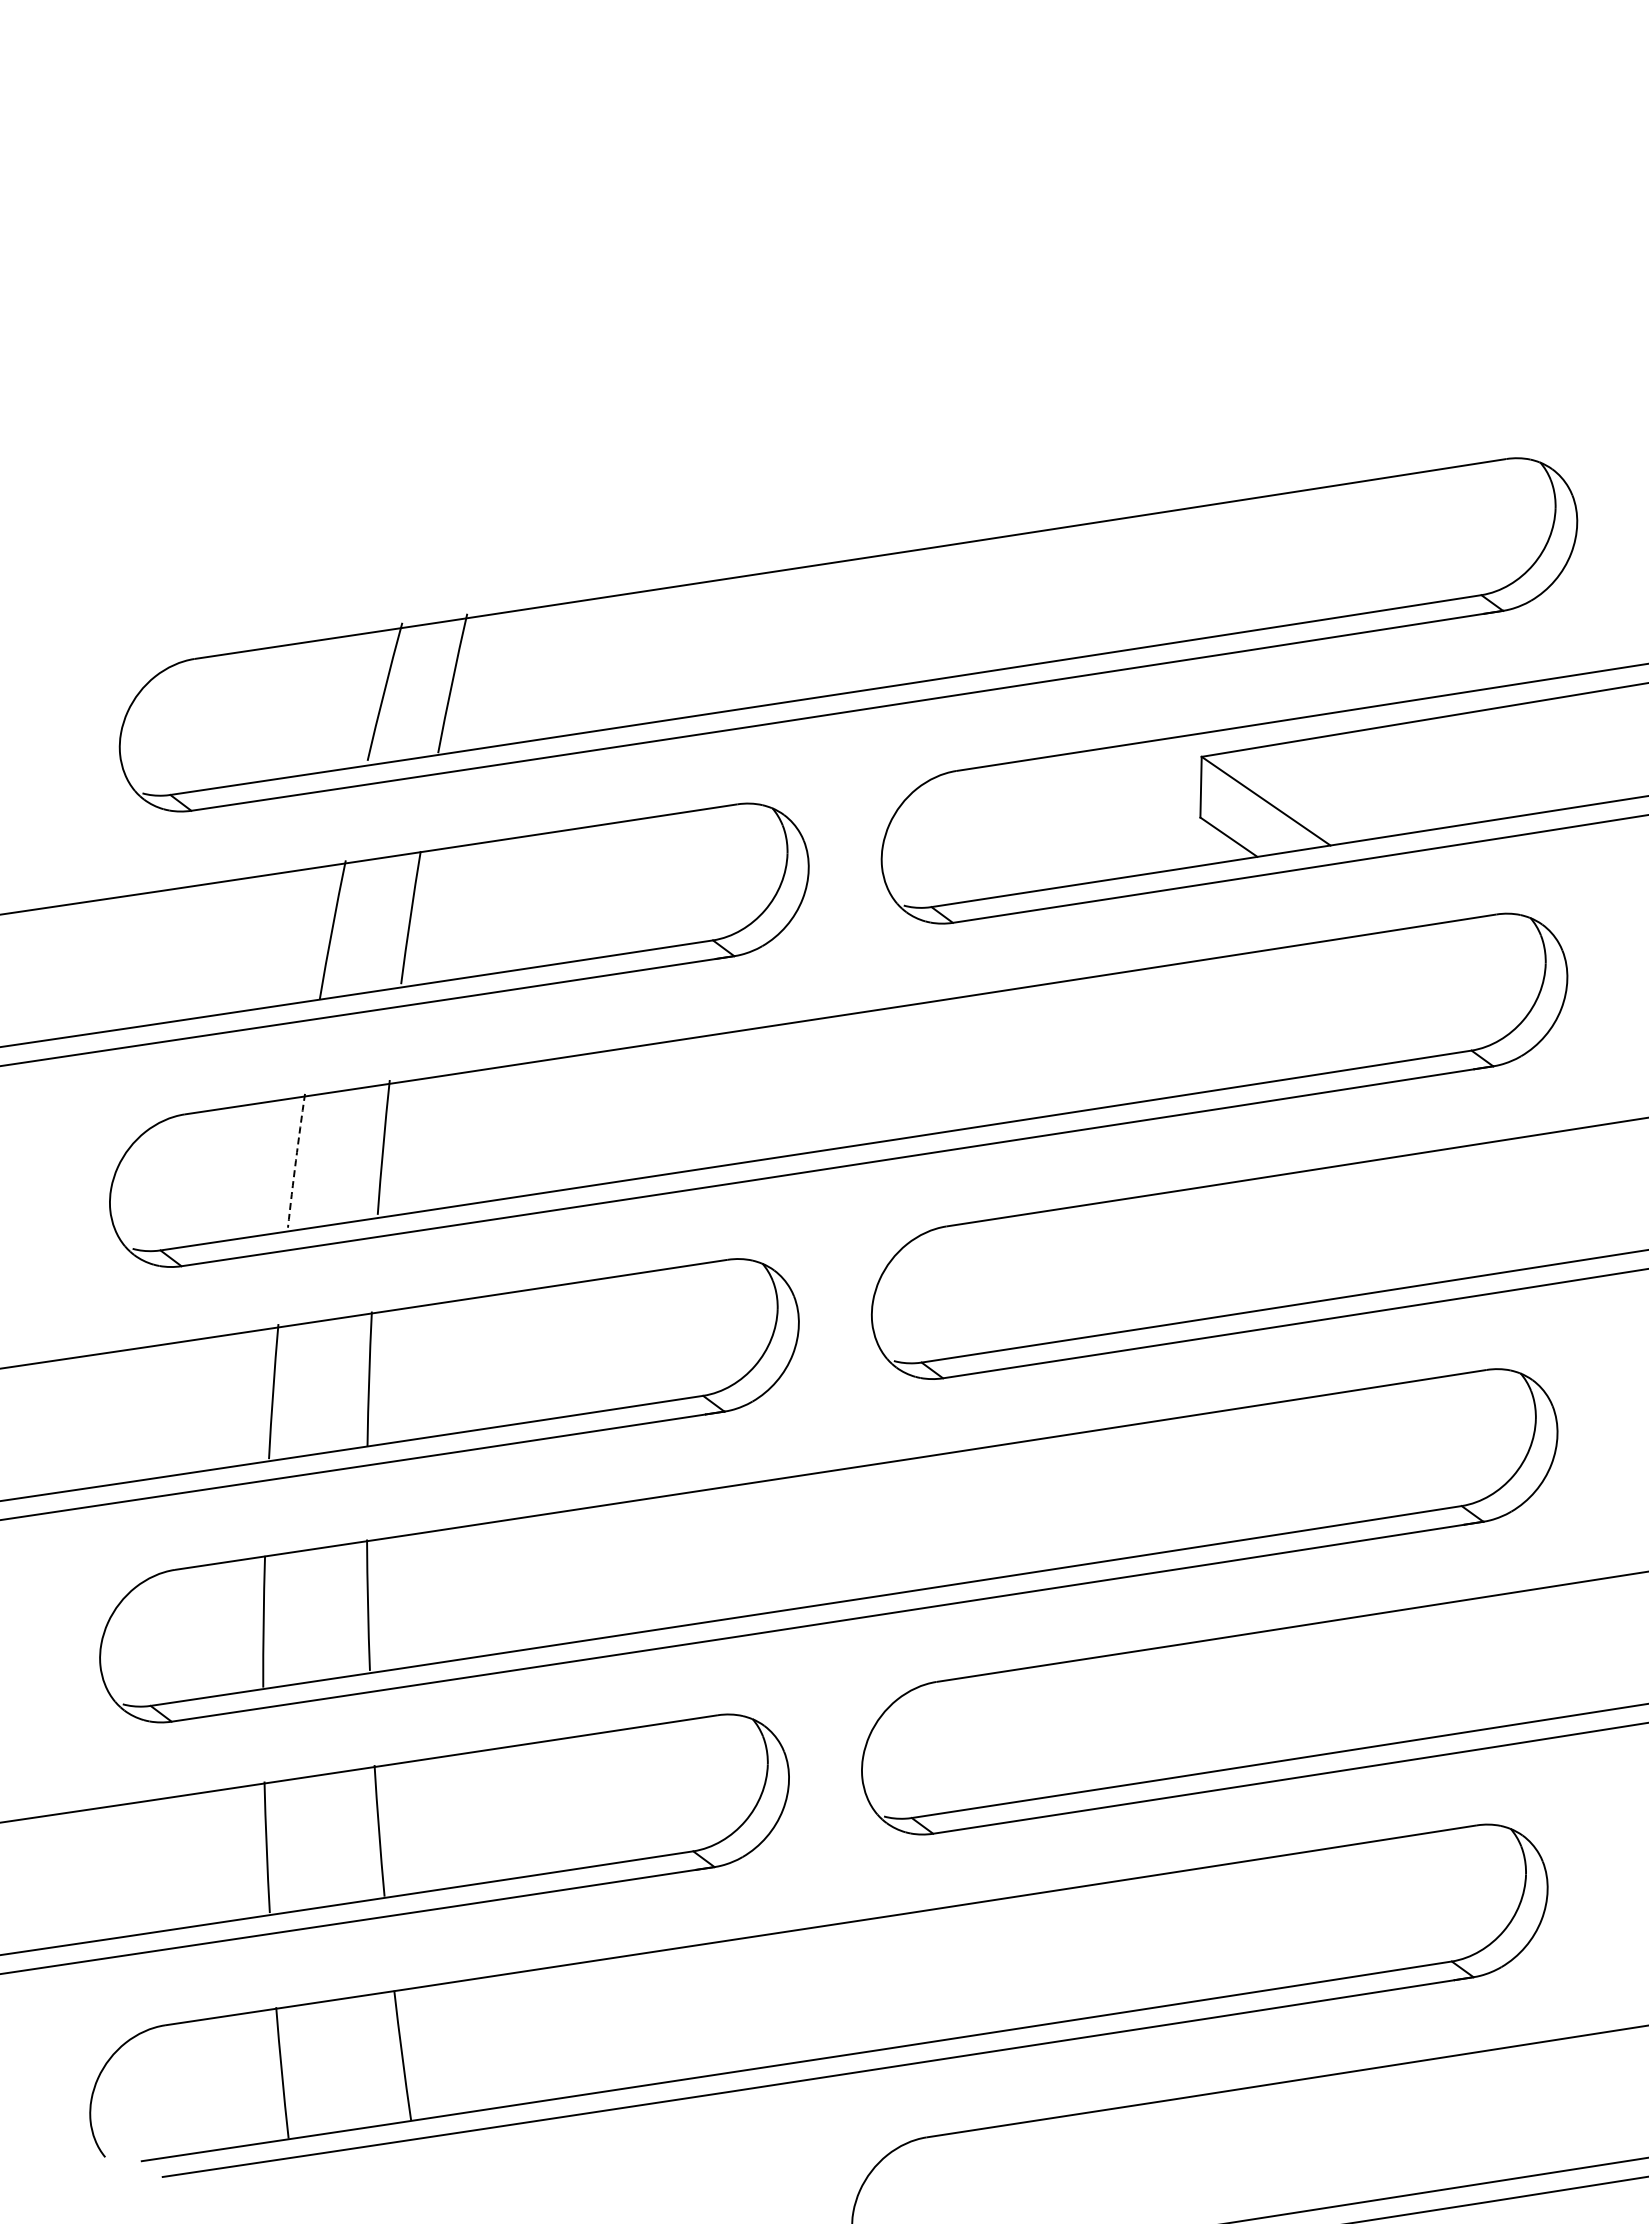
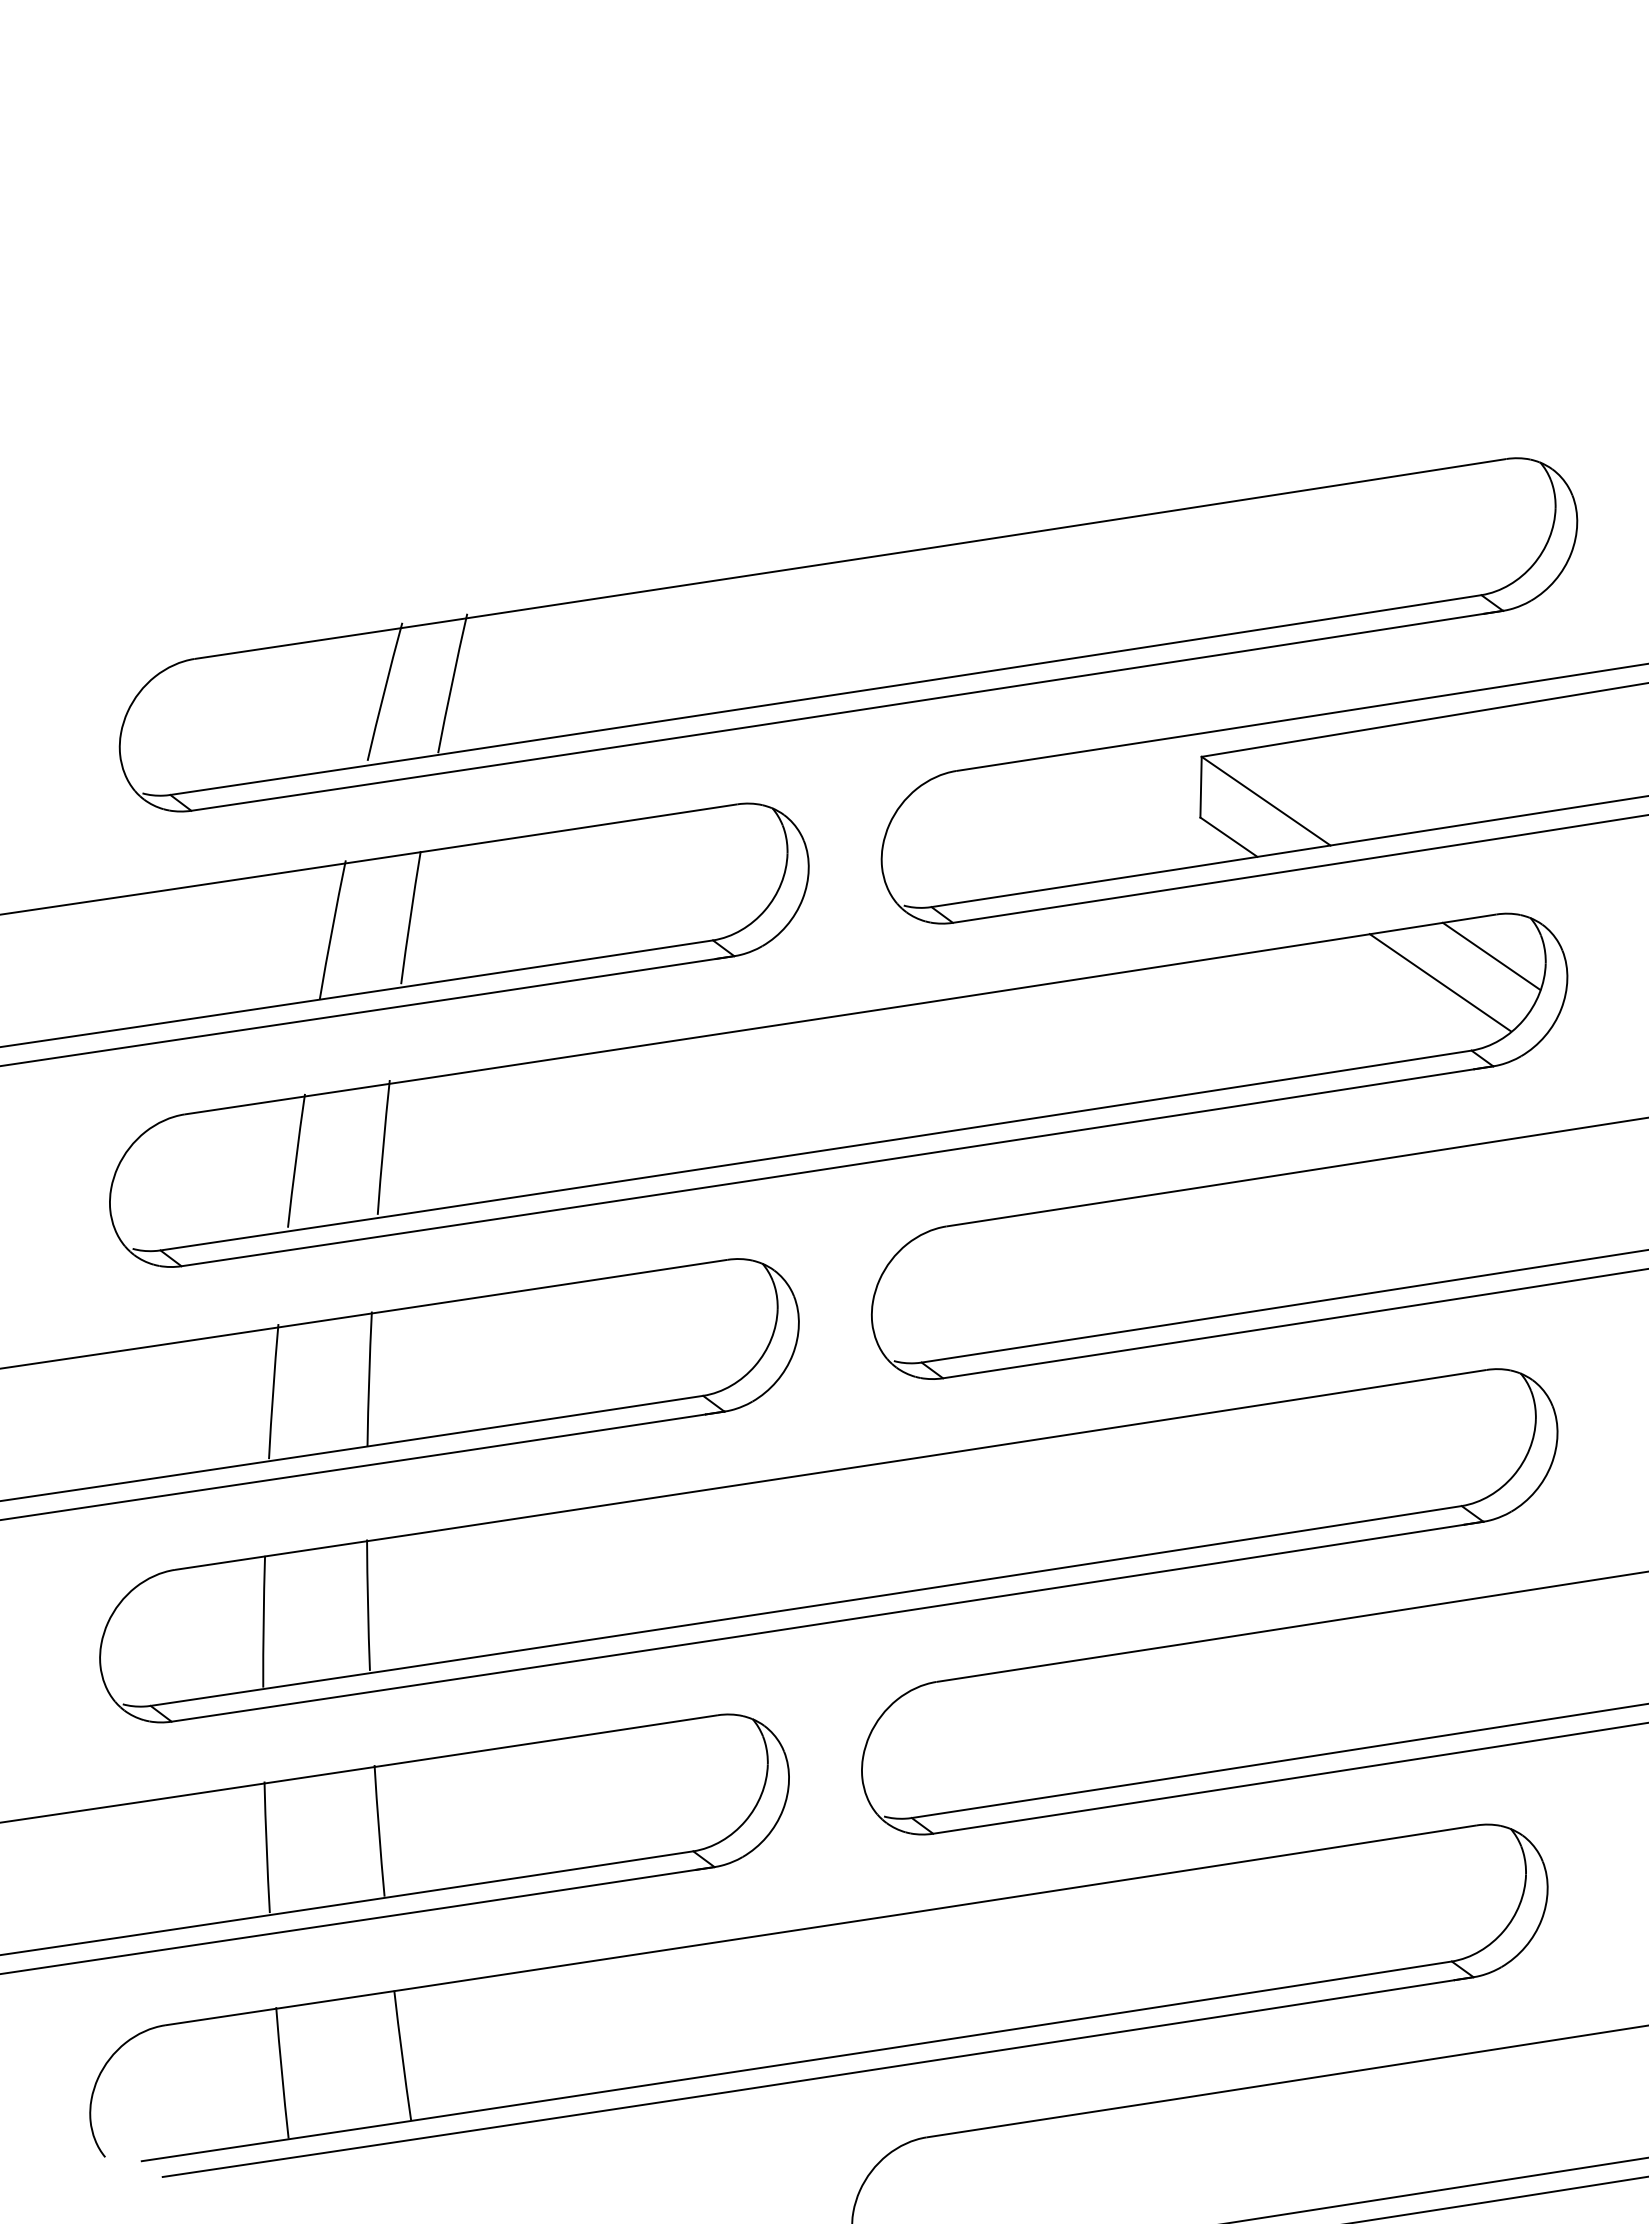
line at (1491, 955): none -> present
line at (1439, 982): none -> present
arc at (295, 1160): dashed -> solid
